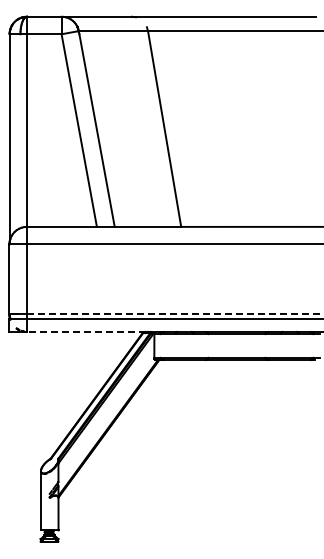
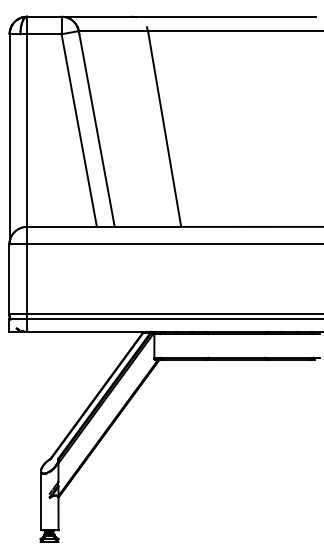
line at (175, 314): dashed -> solid
line at (85, 331): dashed -> solid
